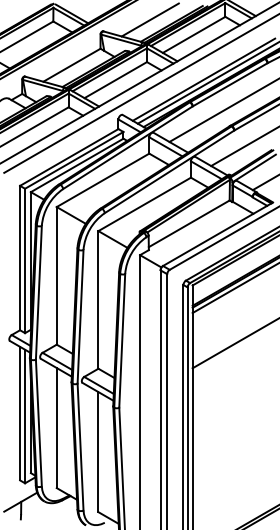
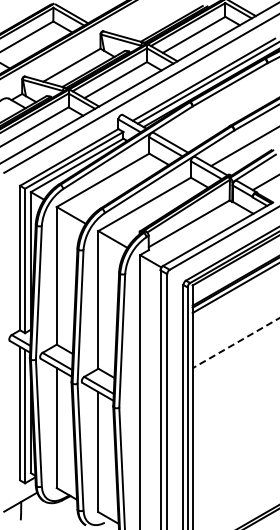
line at (149, 19): present -> none
line at (222, 110): present -> none
line at (235, 343): solid -> dashed
